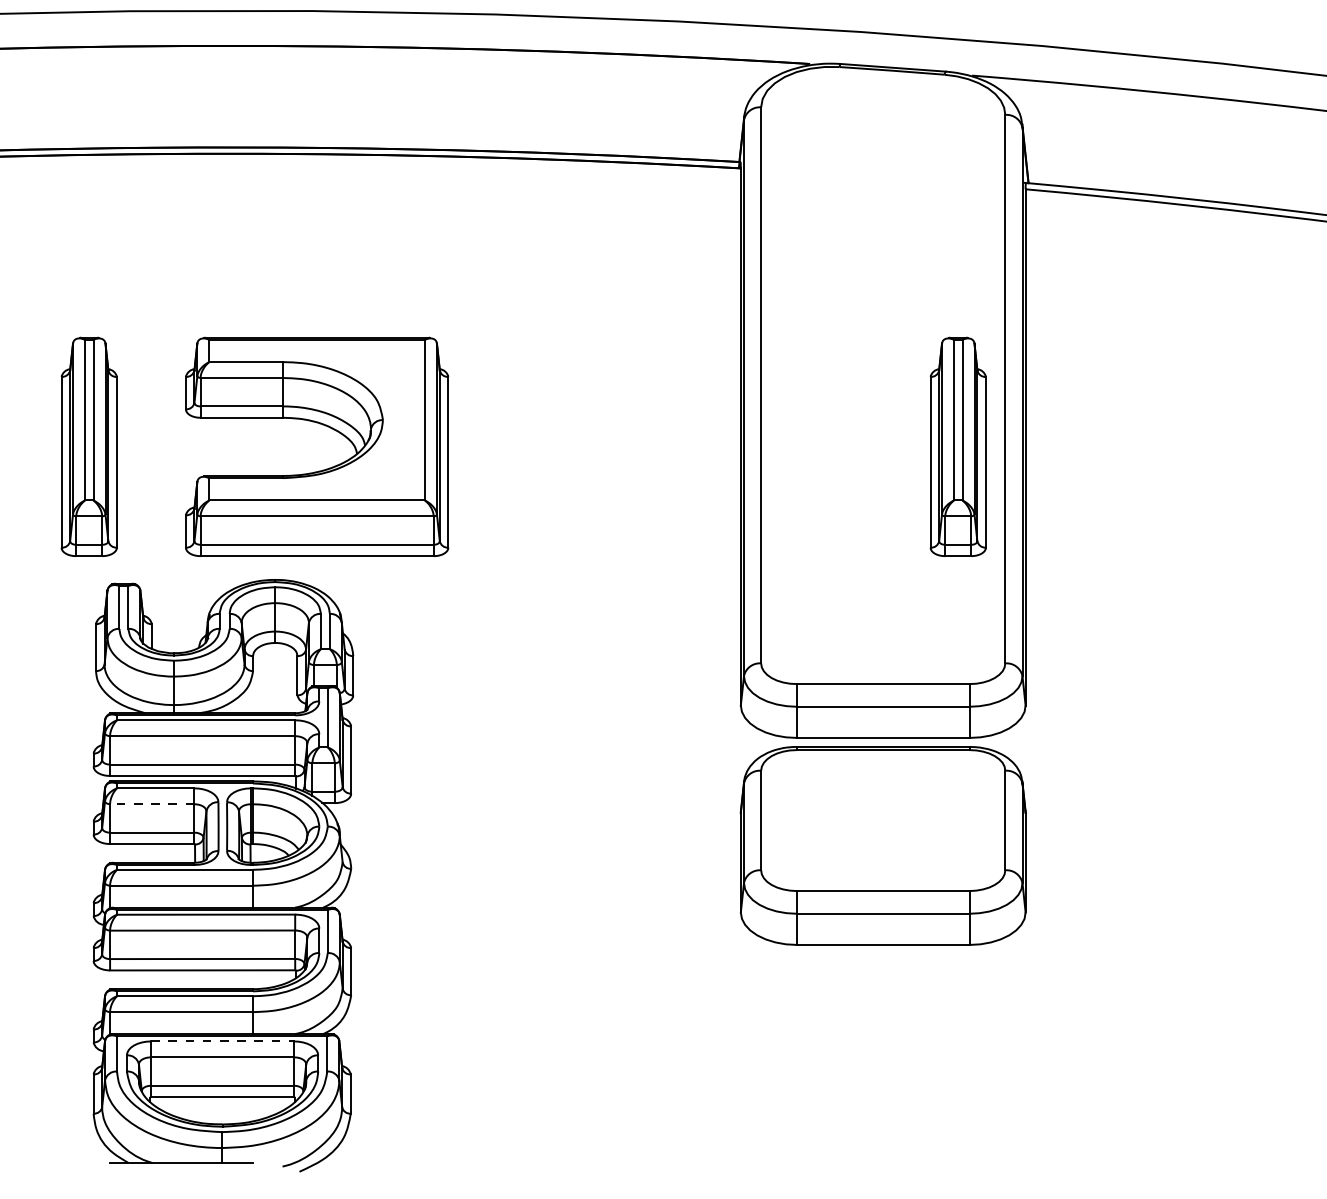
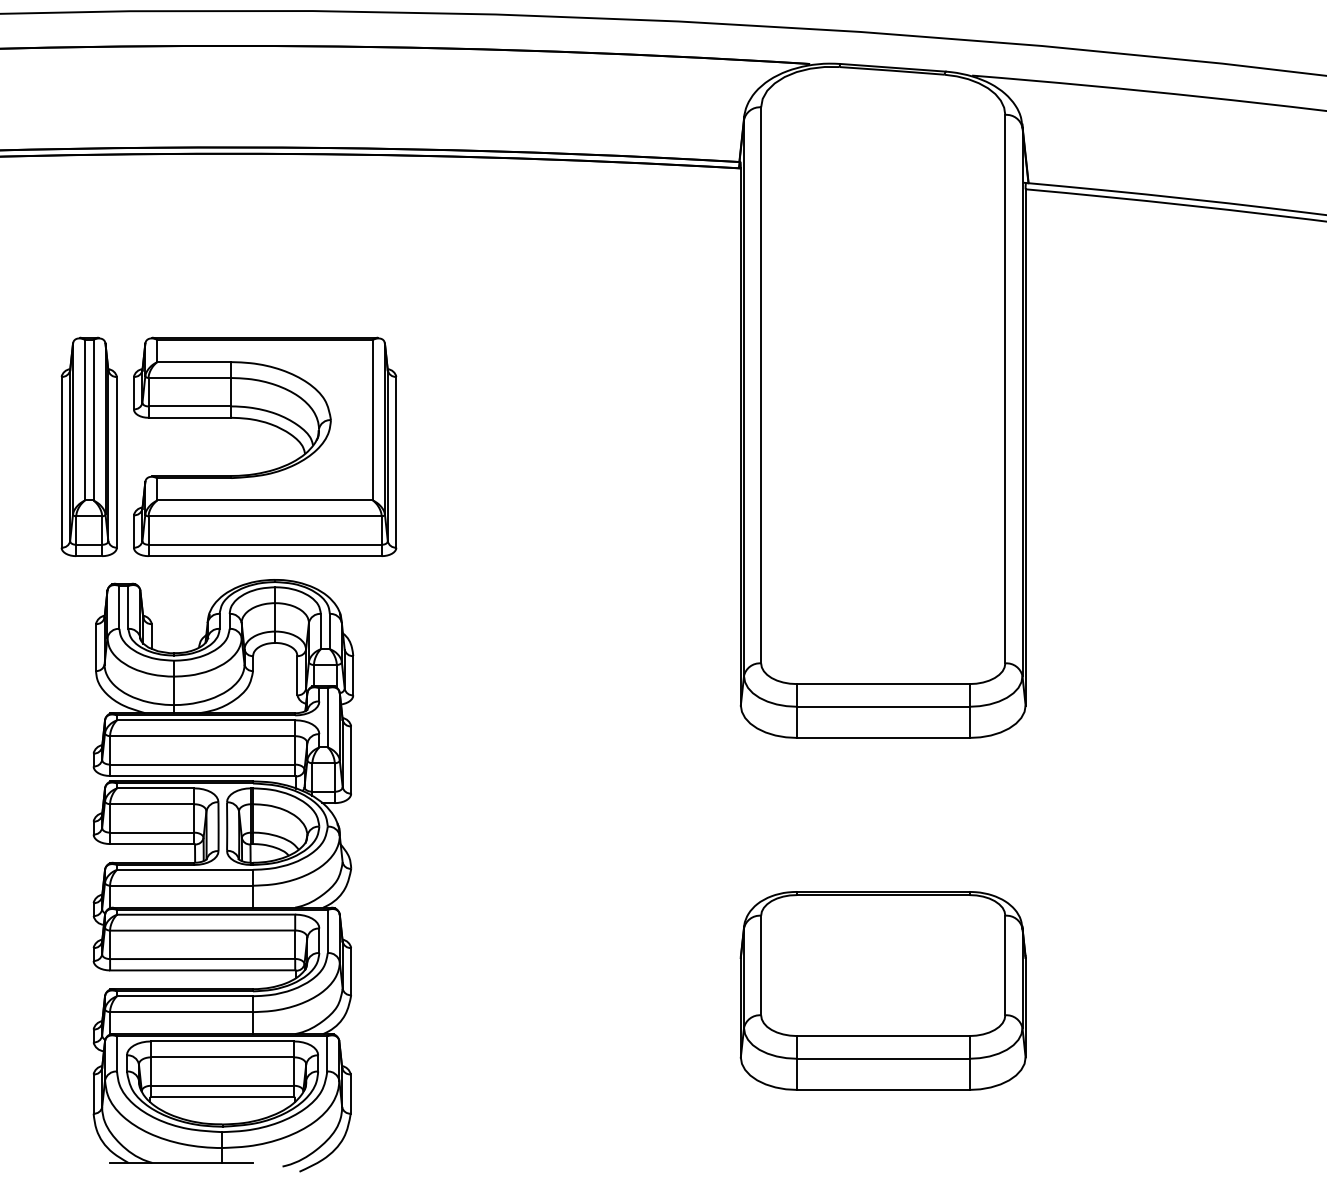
part at (325, 426) position: (325, 426) -> (273, 426)
part at (957, 446): present -> none
line at (151, 804): dashed -> solid
part at (882, 845) position: (882, 845) -> (882, 990)
line at (223, 1041): dashed -> solid
